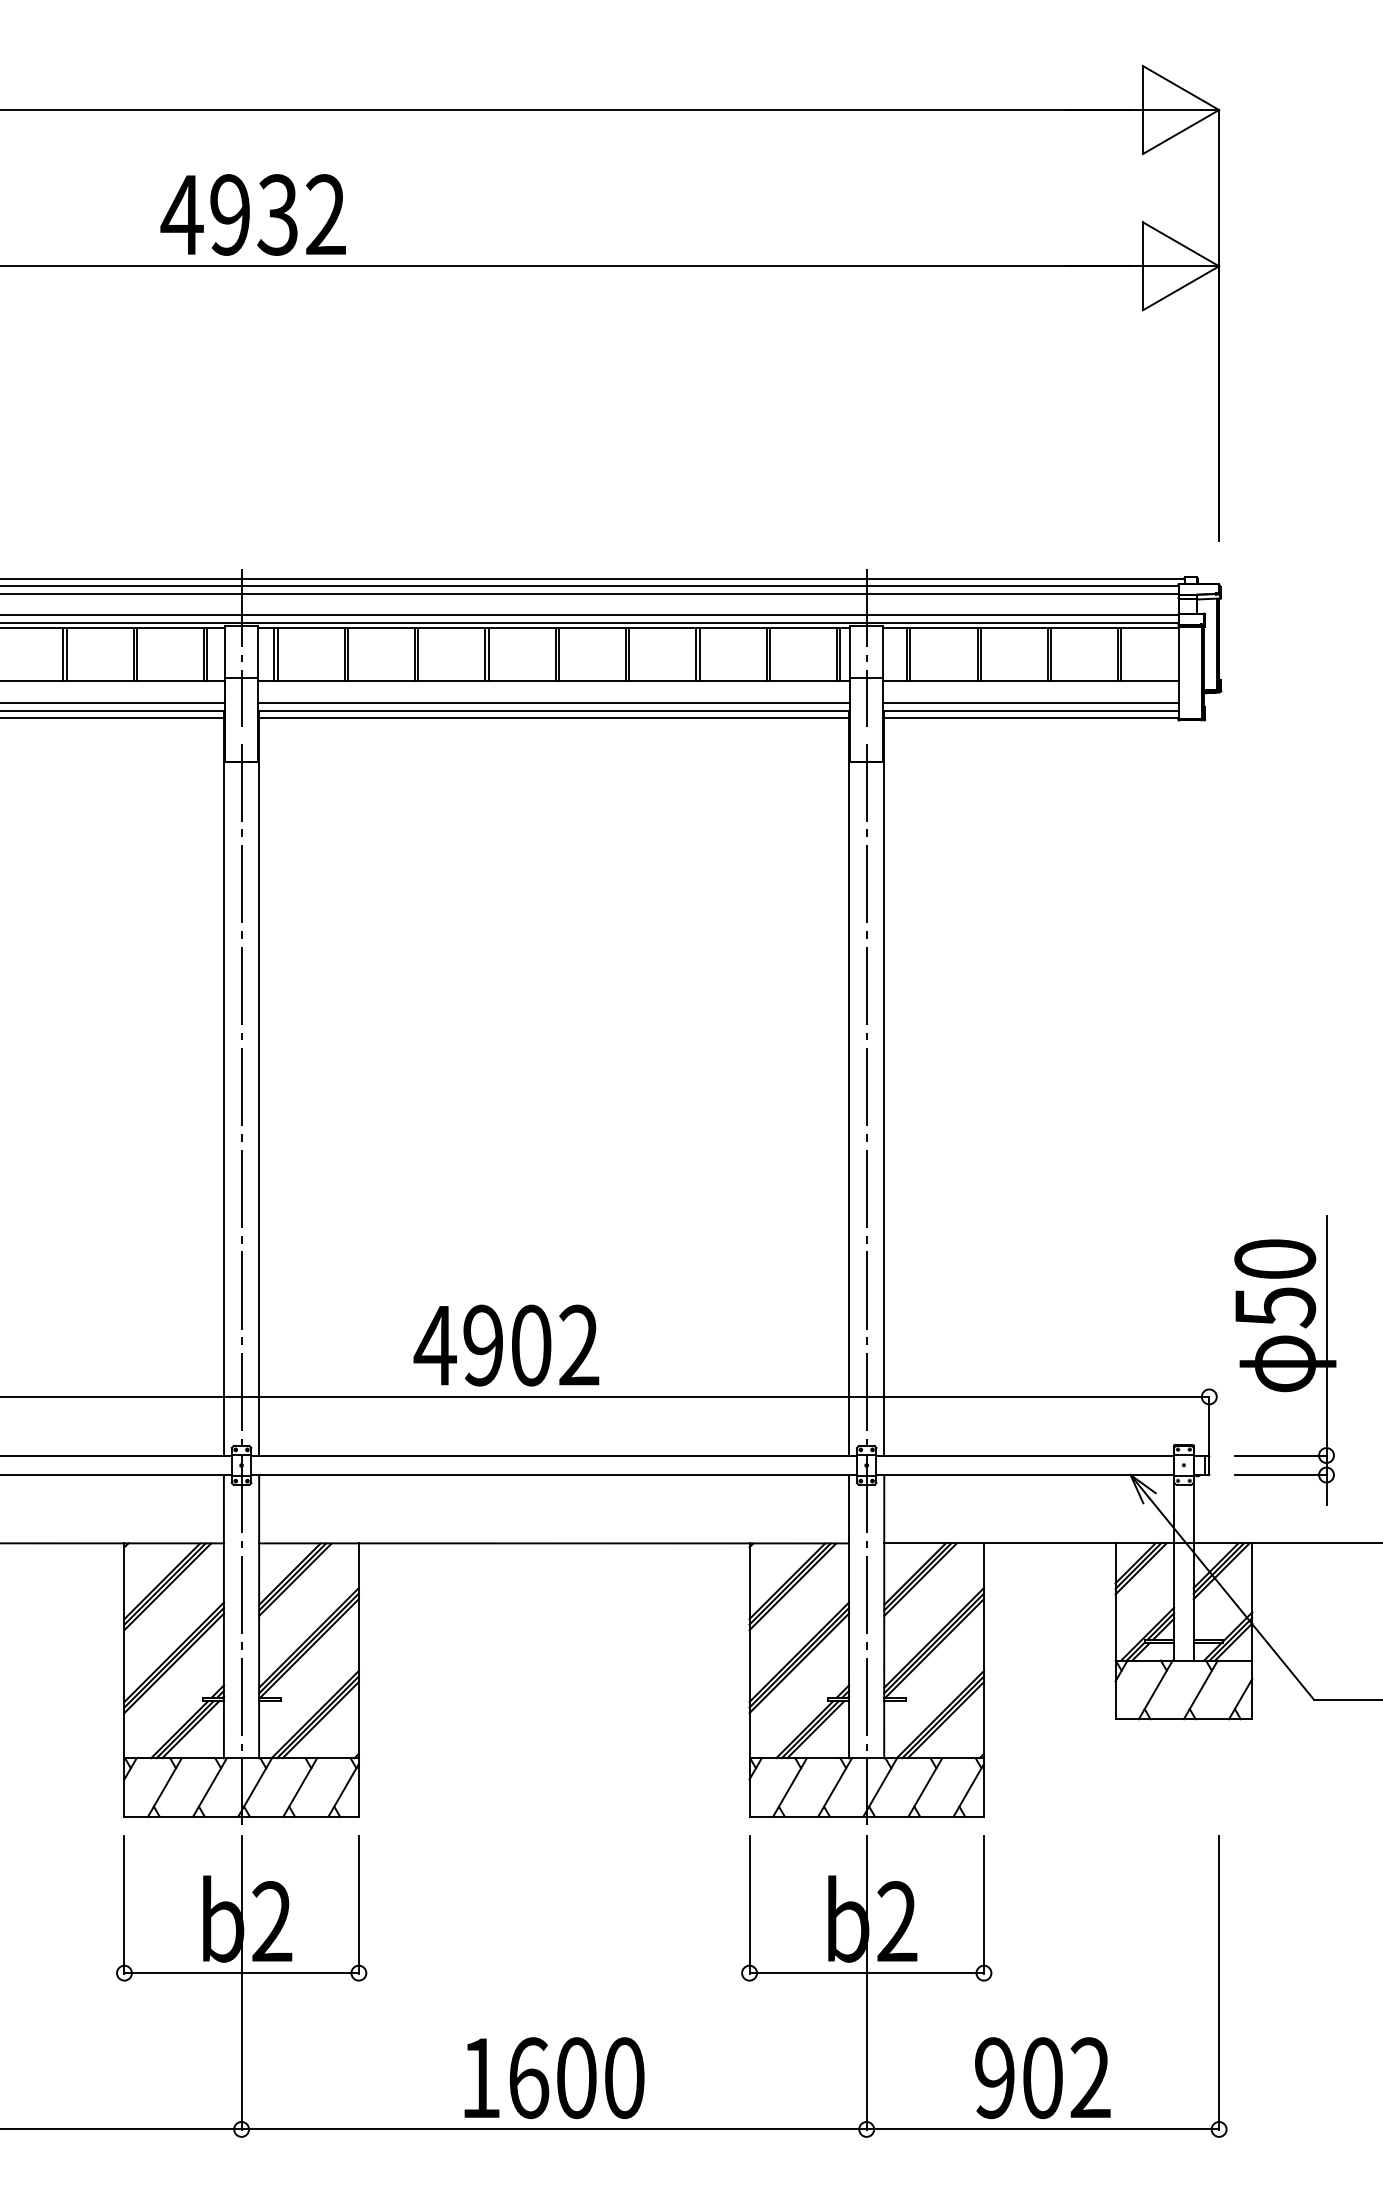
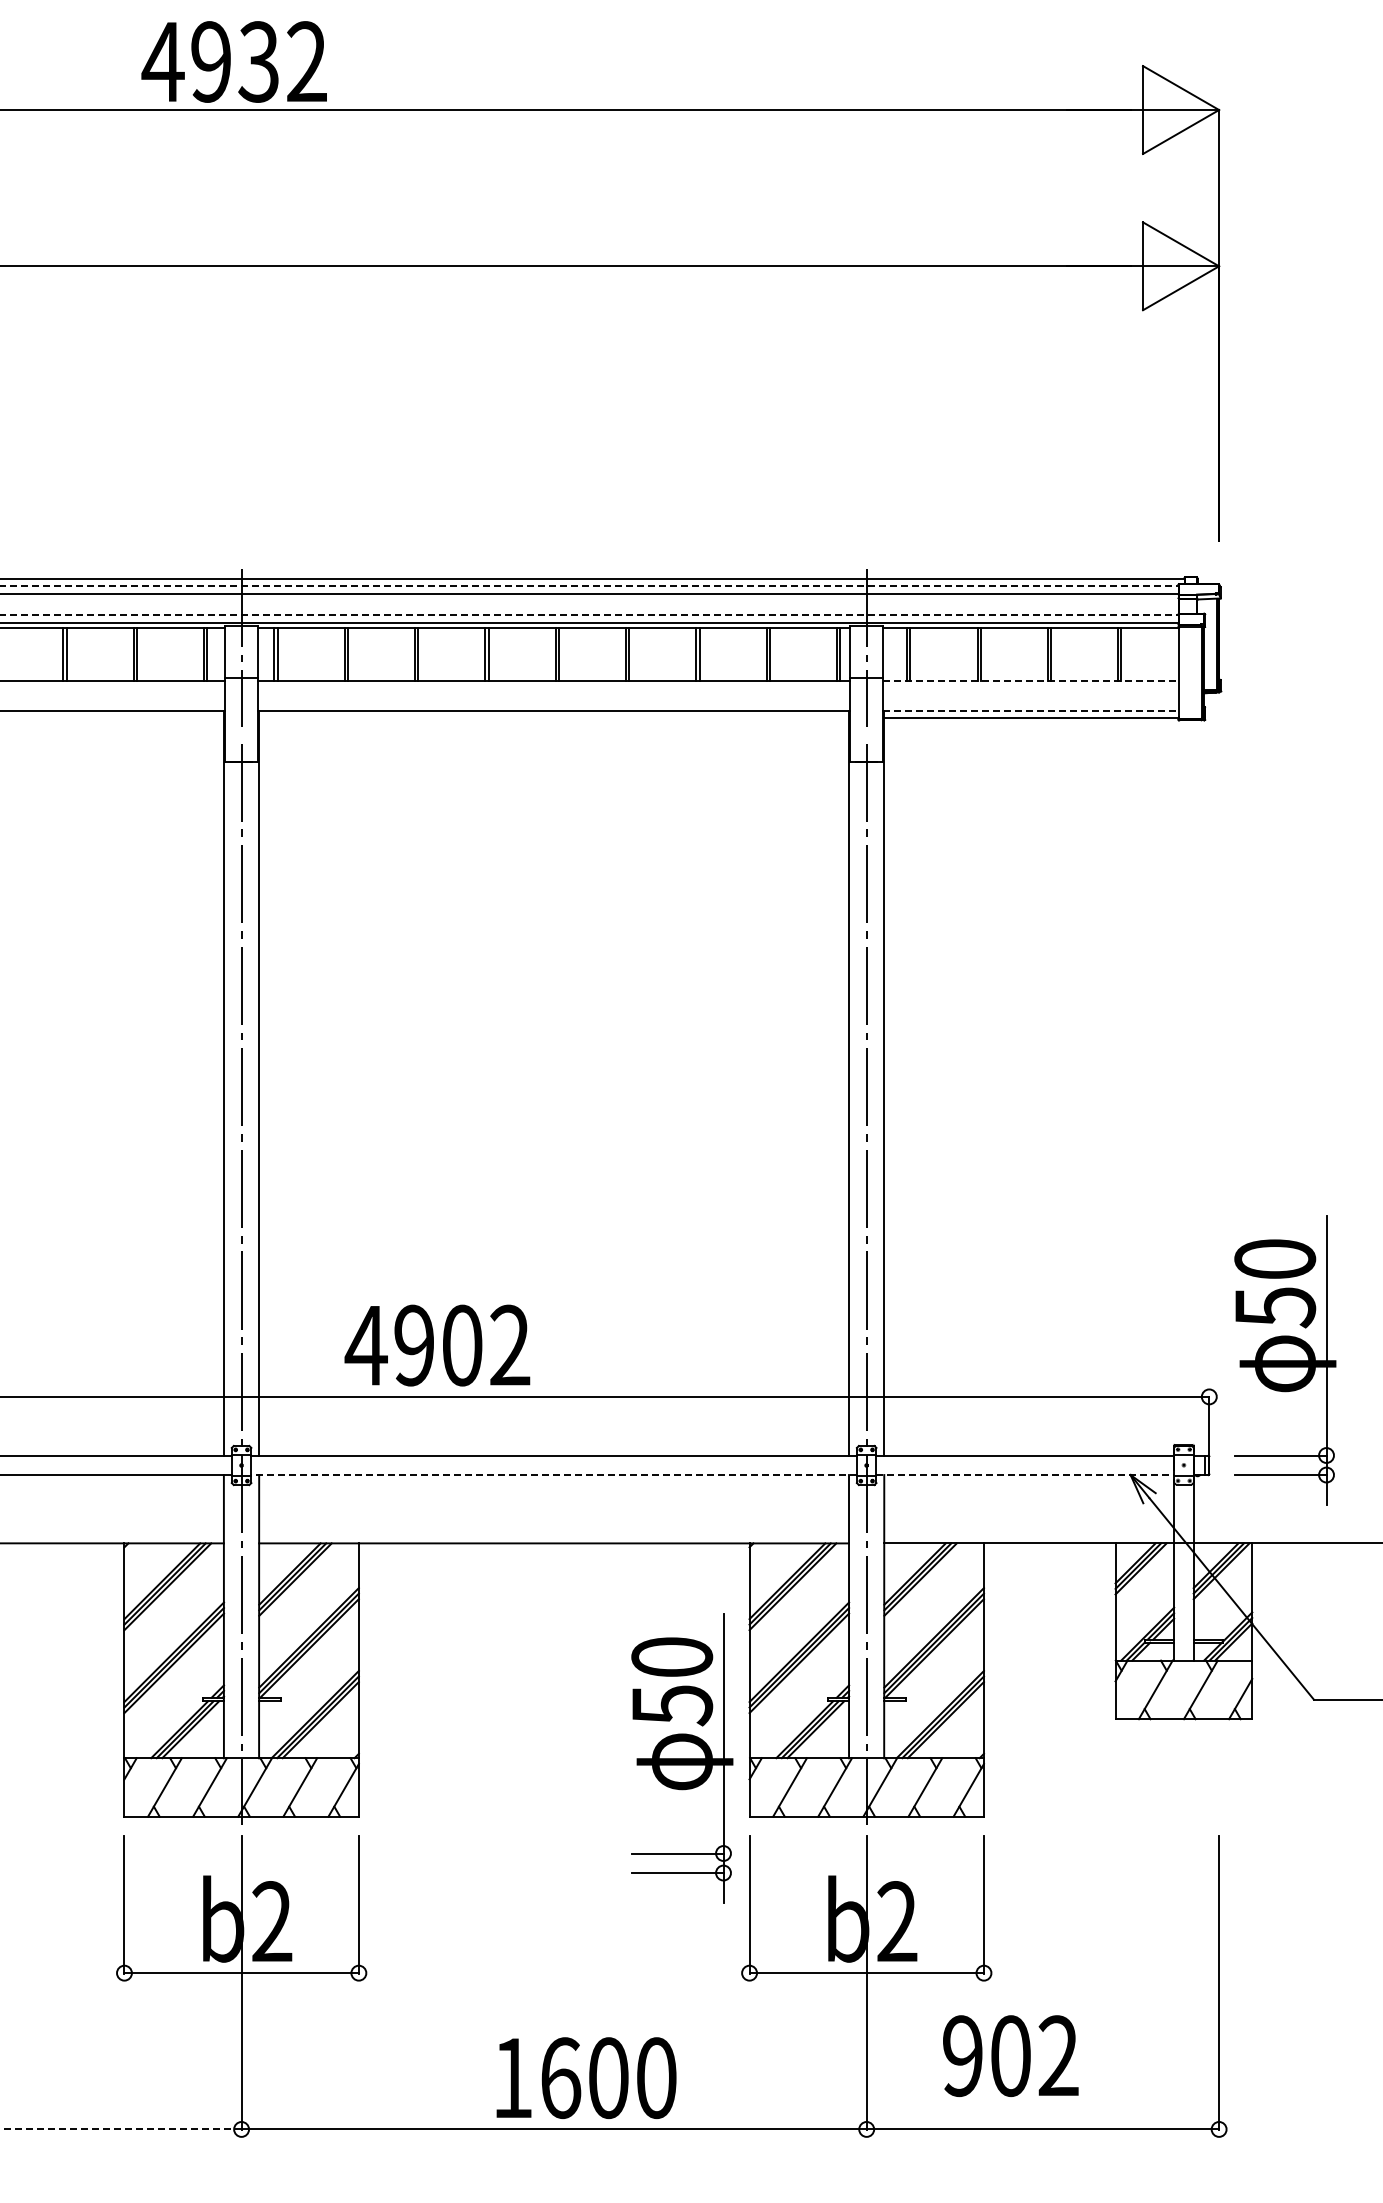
text at (252, 214) position: (252, 214) -> (233, 61)
line at (589, 586): solid -> dashed
line at (589, 614): solid -> dashed
line at (1031, 681): solid -> dashed
line at (113, 702): present -> none
line at (554, 702): present -> none
line at (1031, 702): present -> none
line at (1031, 710): solid -> dashed
line at (112, 717): present -> none
line at (554, 717): present -> none
text at (506, 1345) position: (506, 1345) -> (437, 1345)
line at (554, 1475): solid -> dashed
line at (1025, 1475): solid -> dashed
part at (682, 1758): none -> present
text at (554, 2077) position: (554, 2077) -> (586, 2077)
text at (1042, 2077) position: (1042, 2077) -> (1010, 2055)
line at (120, 2129): solid -> dashed
